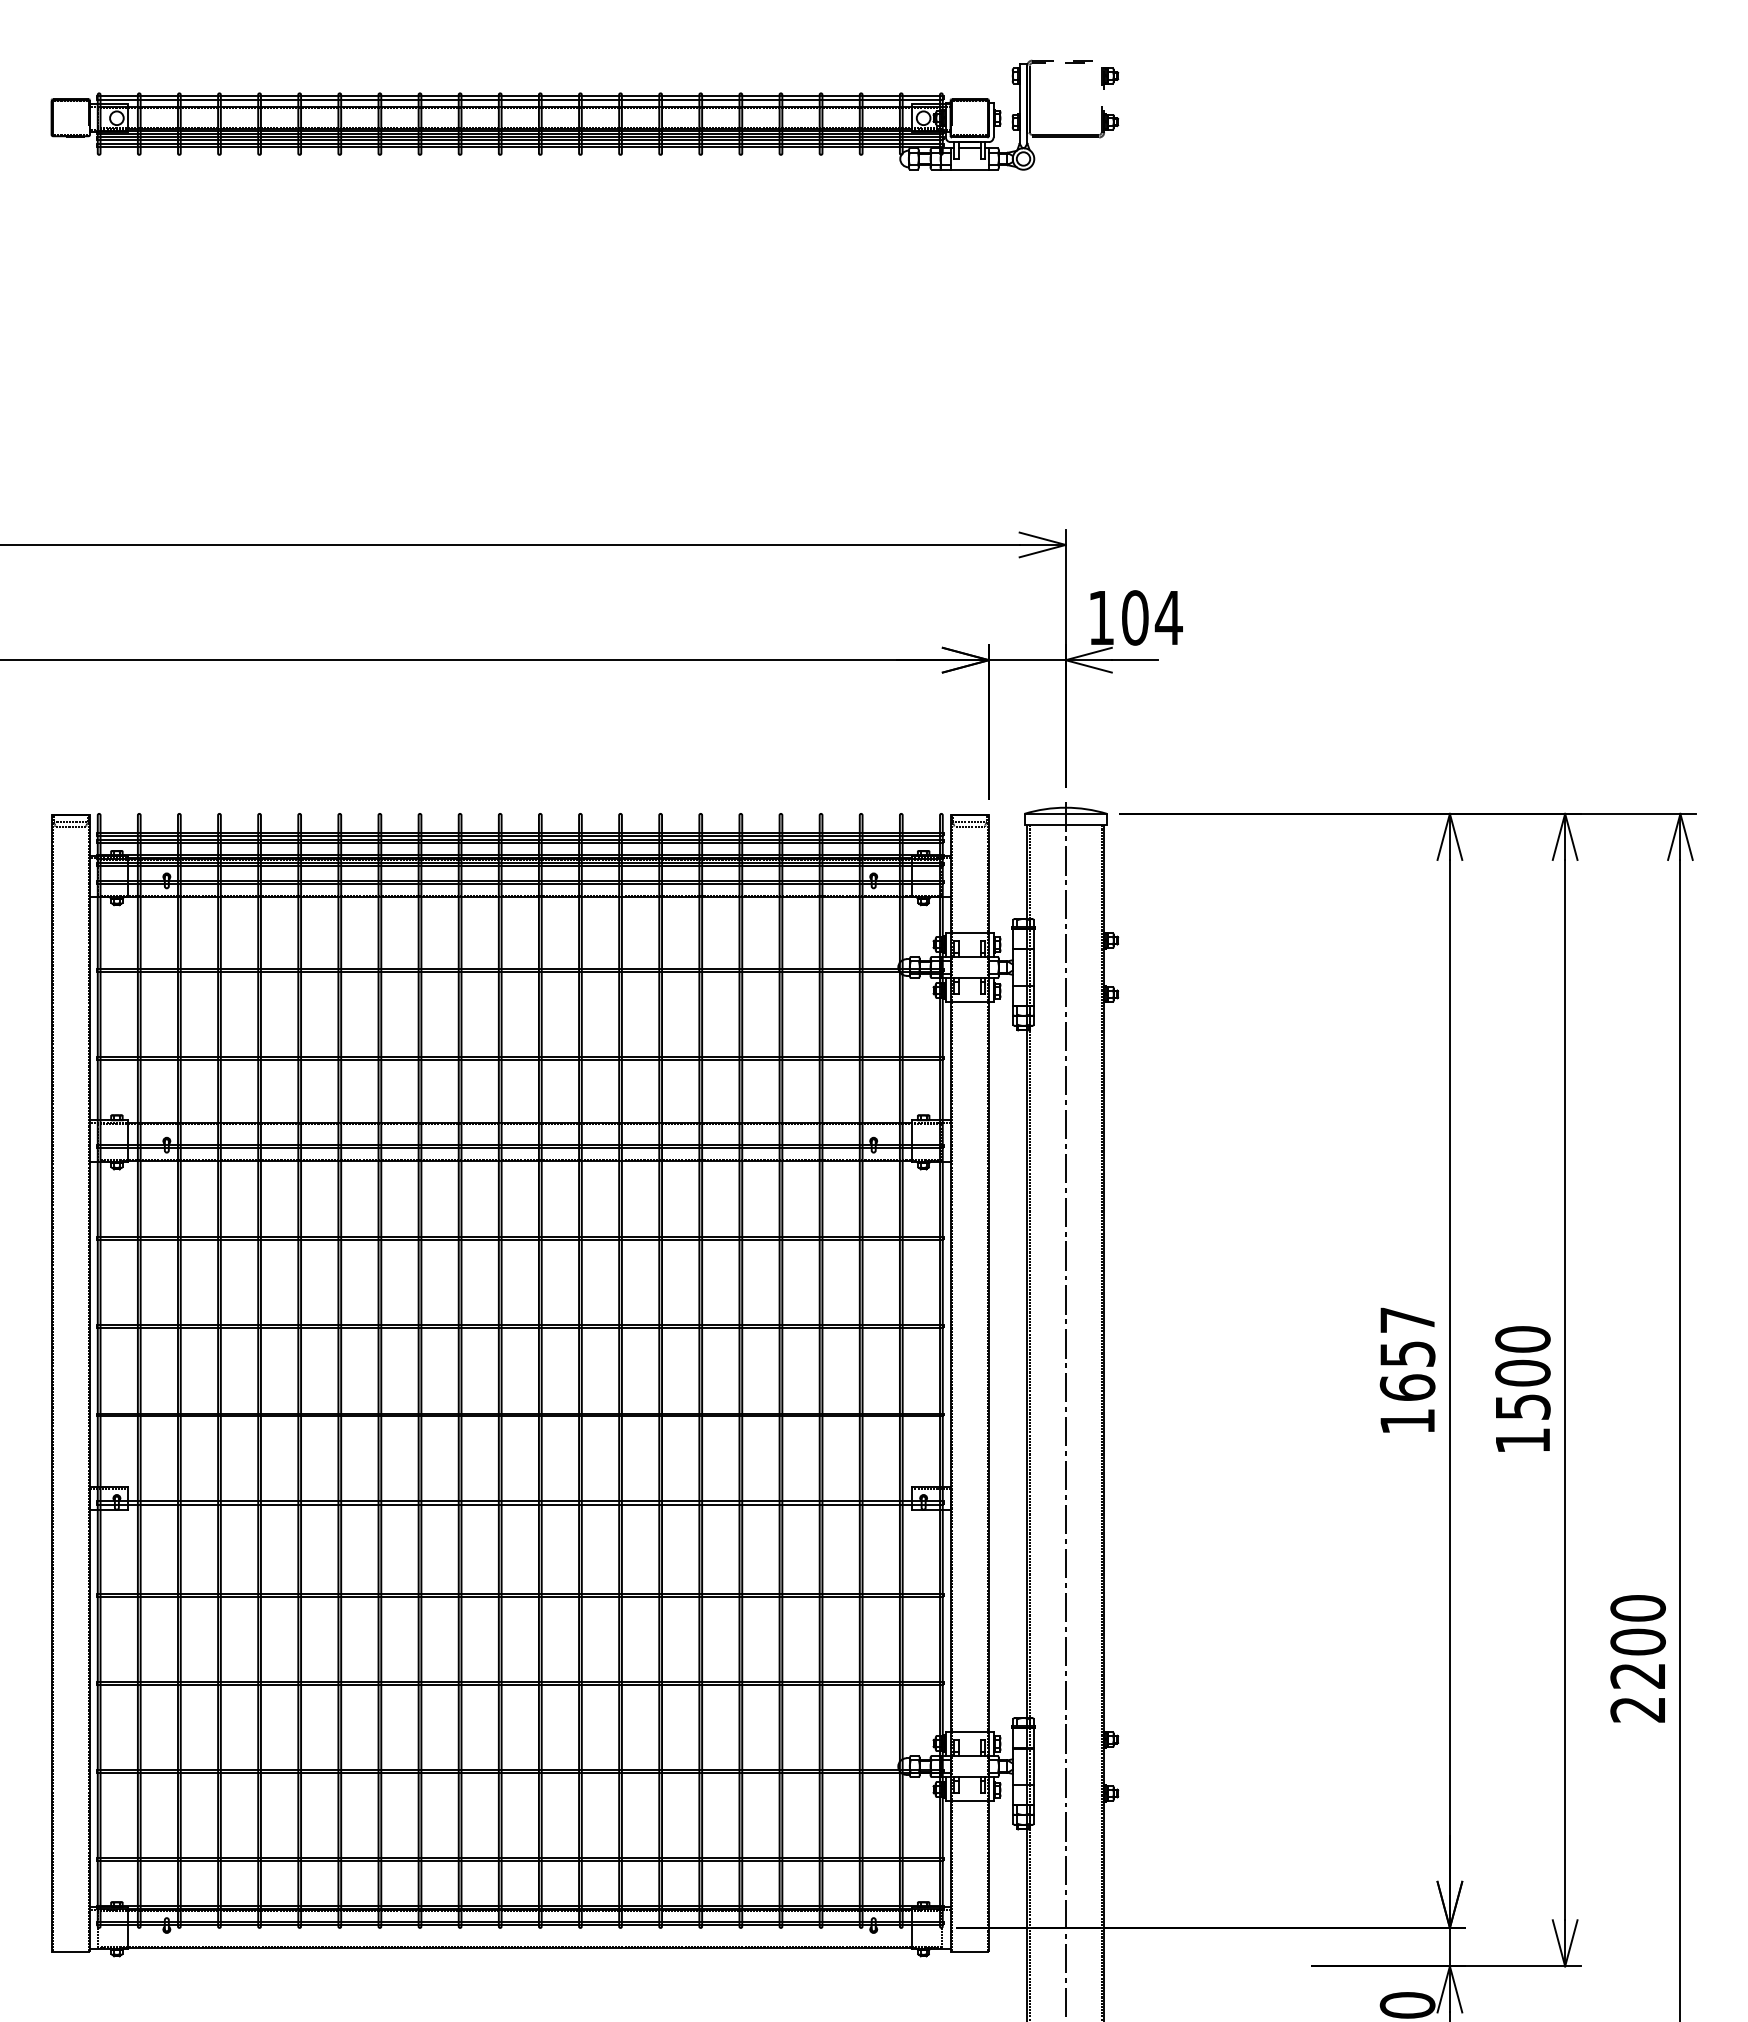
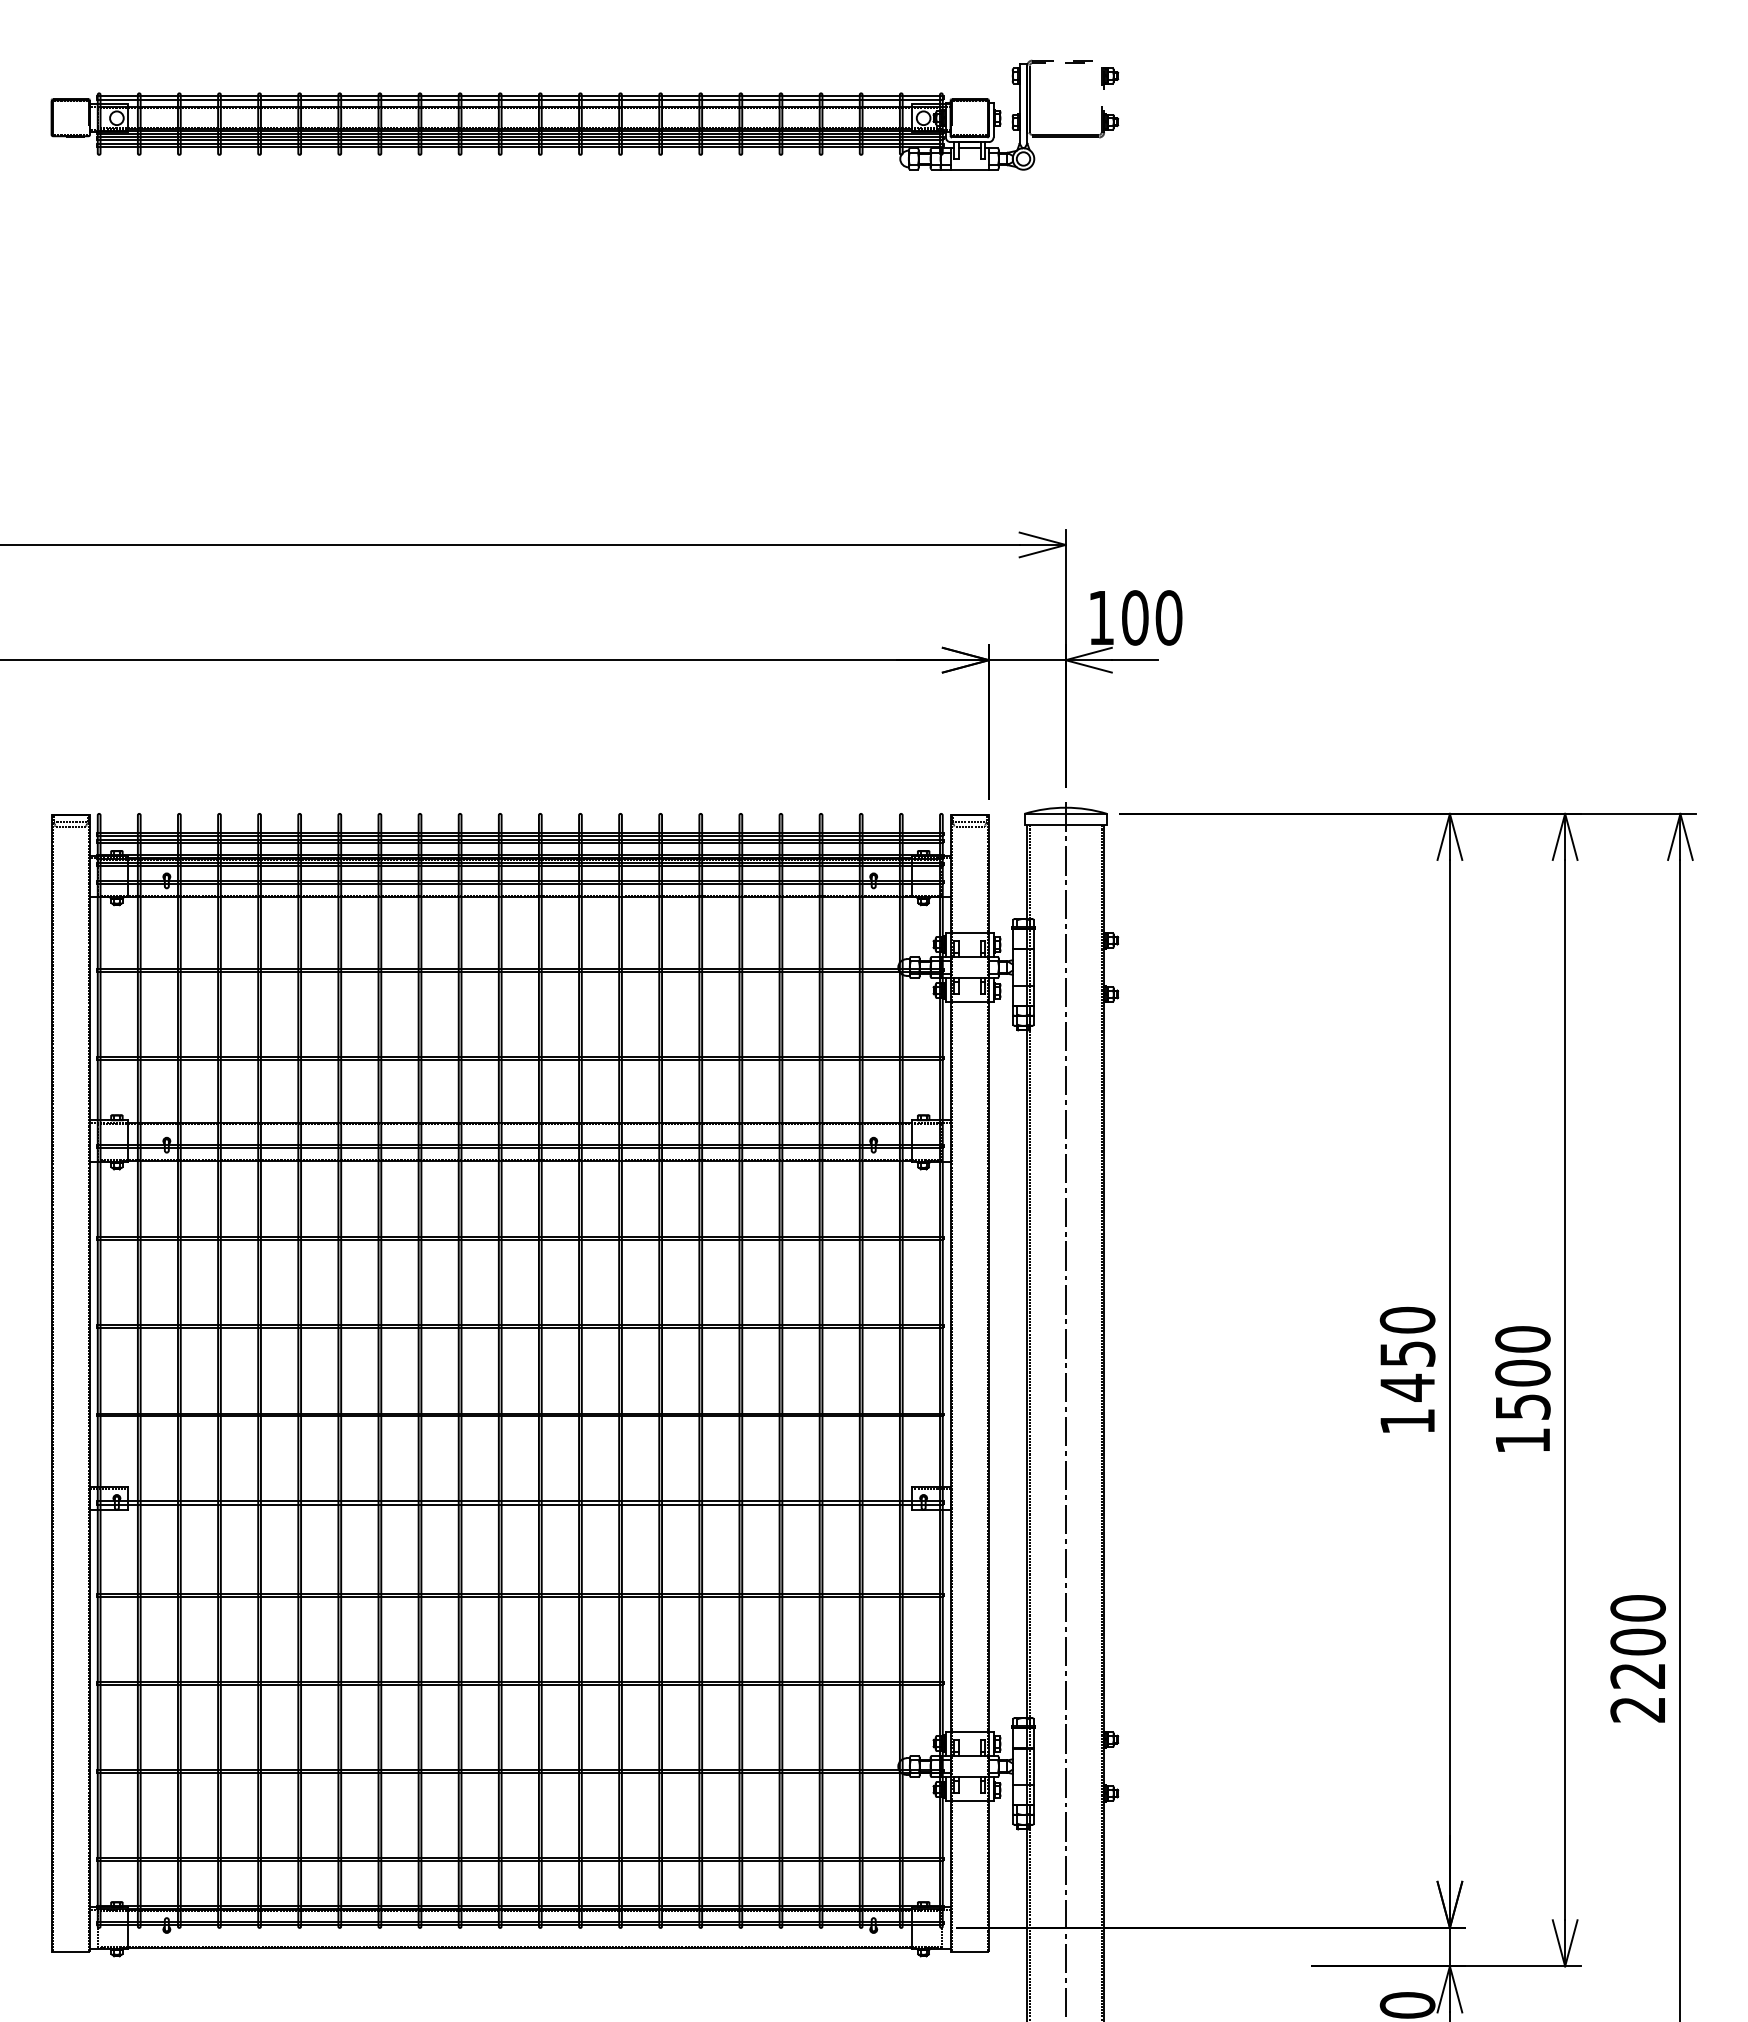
text at (1168, 617): 104 -> 100
text at (1407, 1353): 1657 -> 1450
